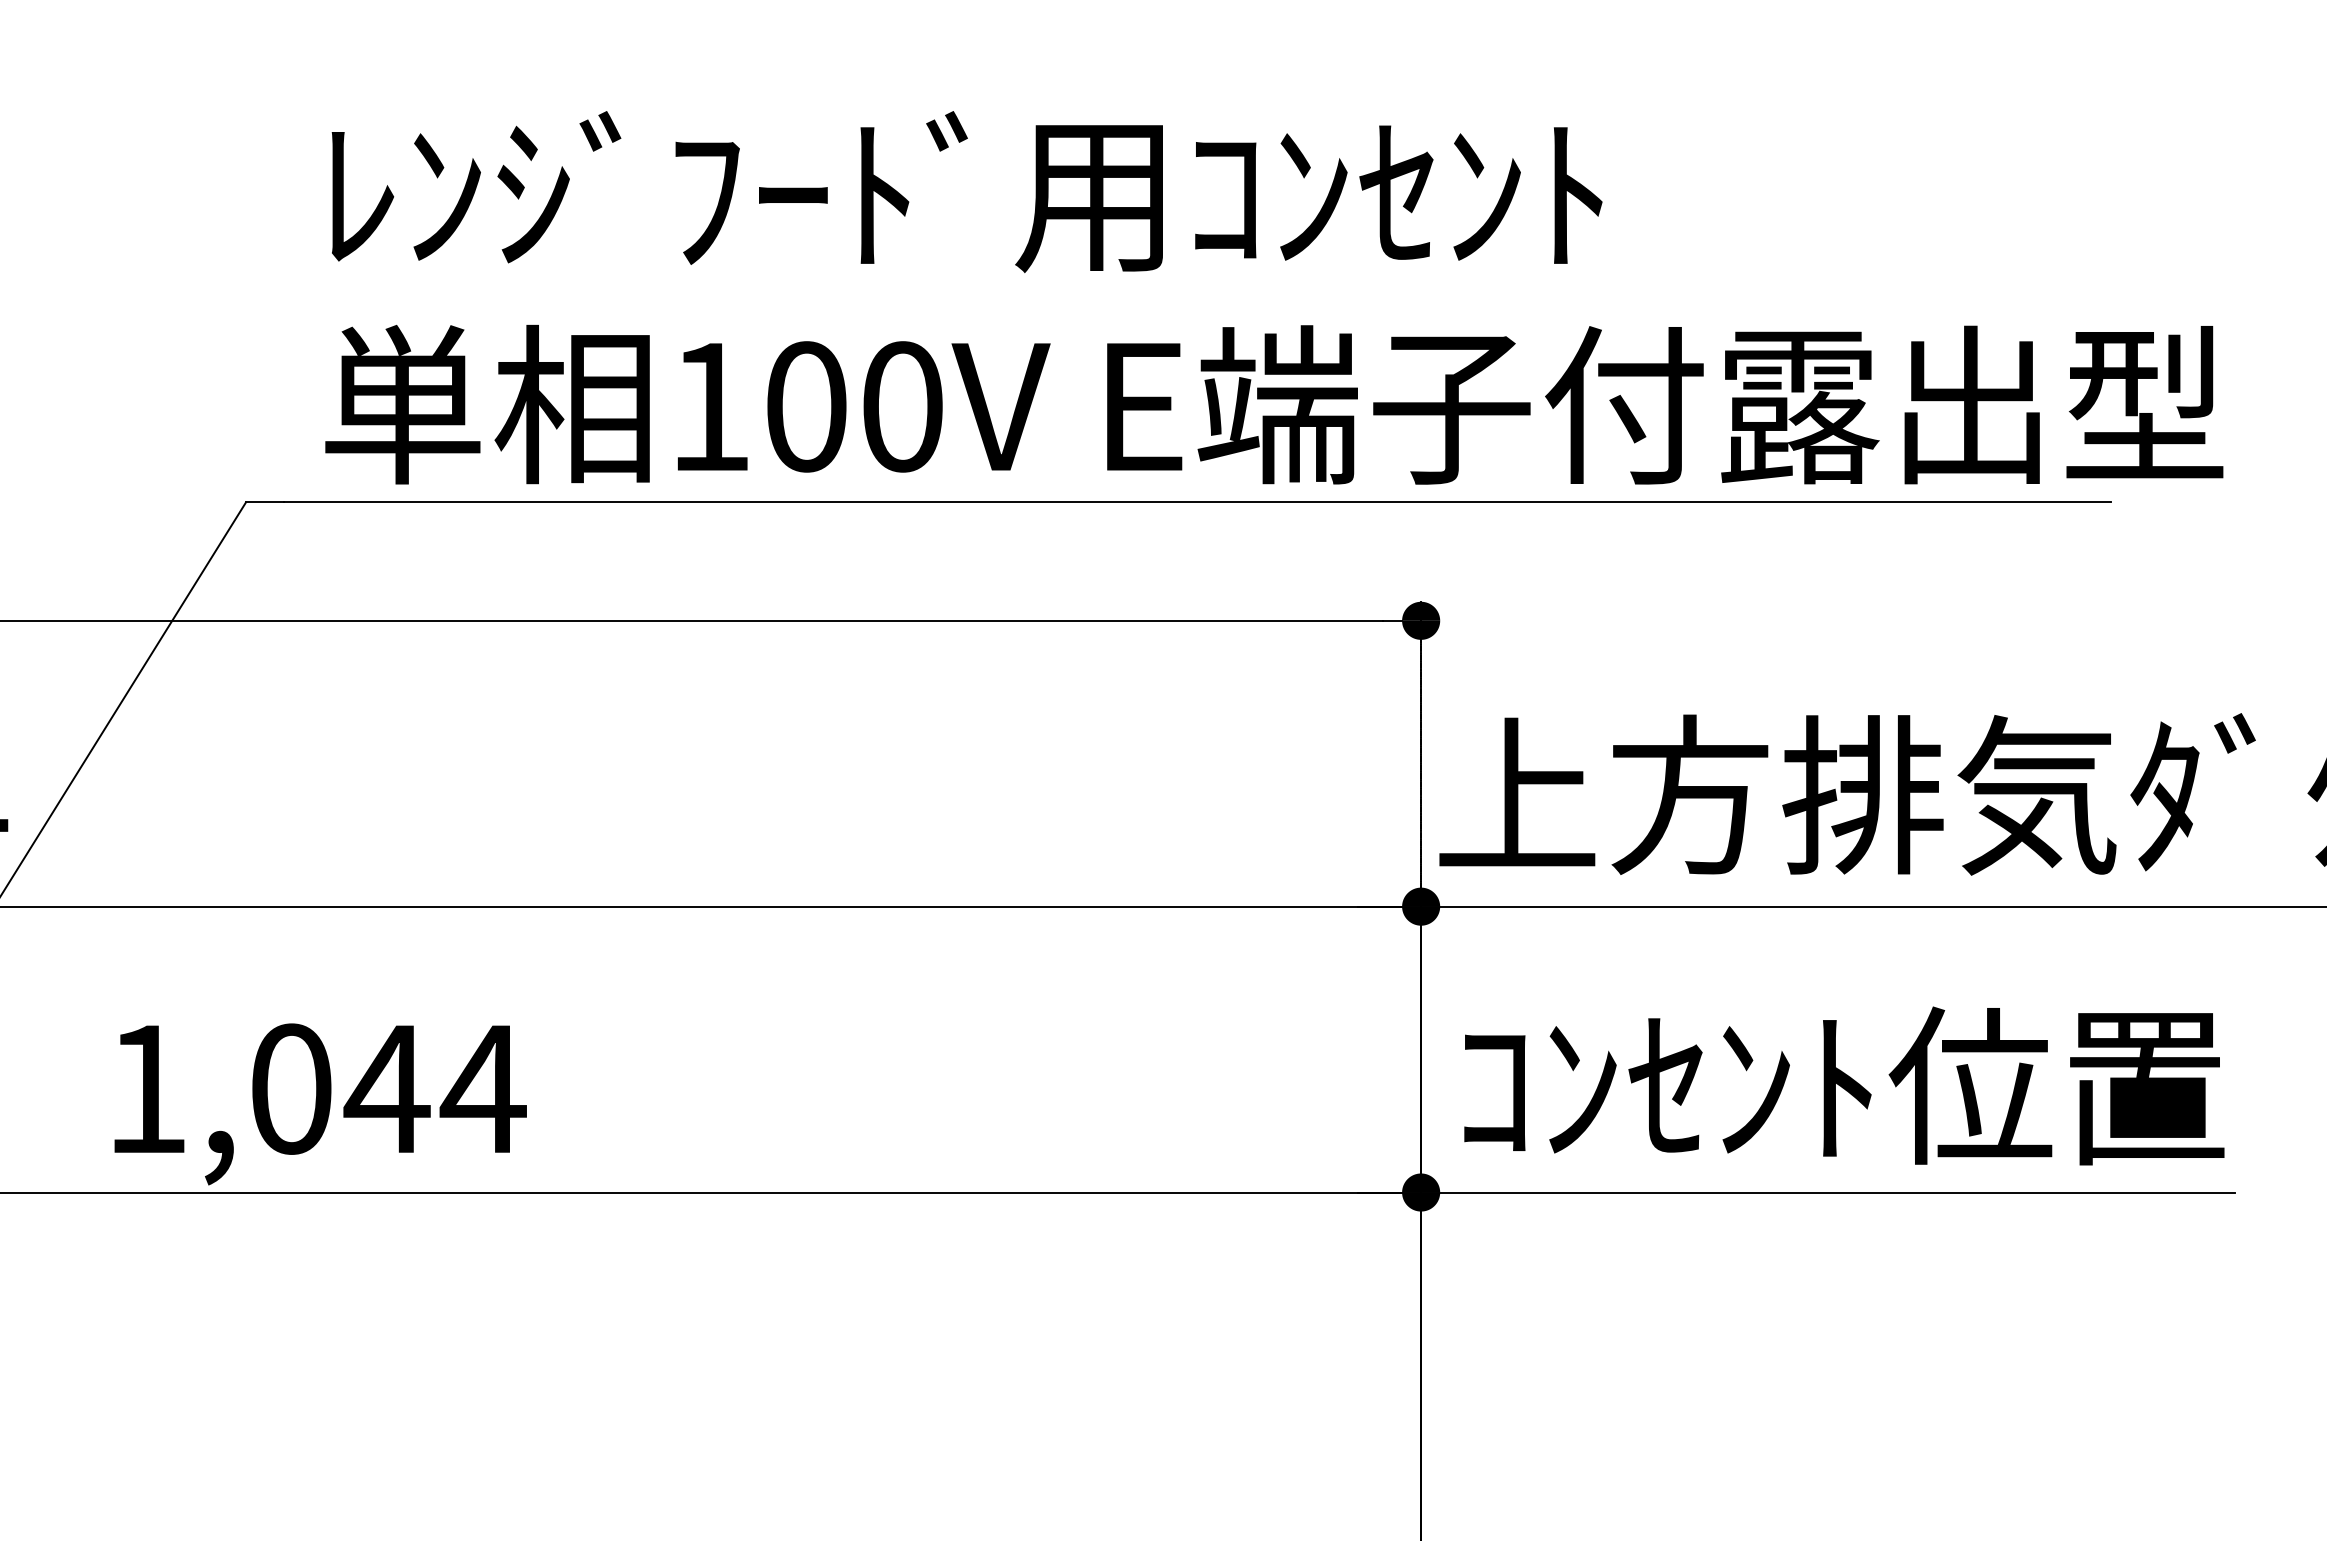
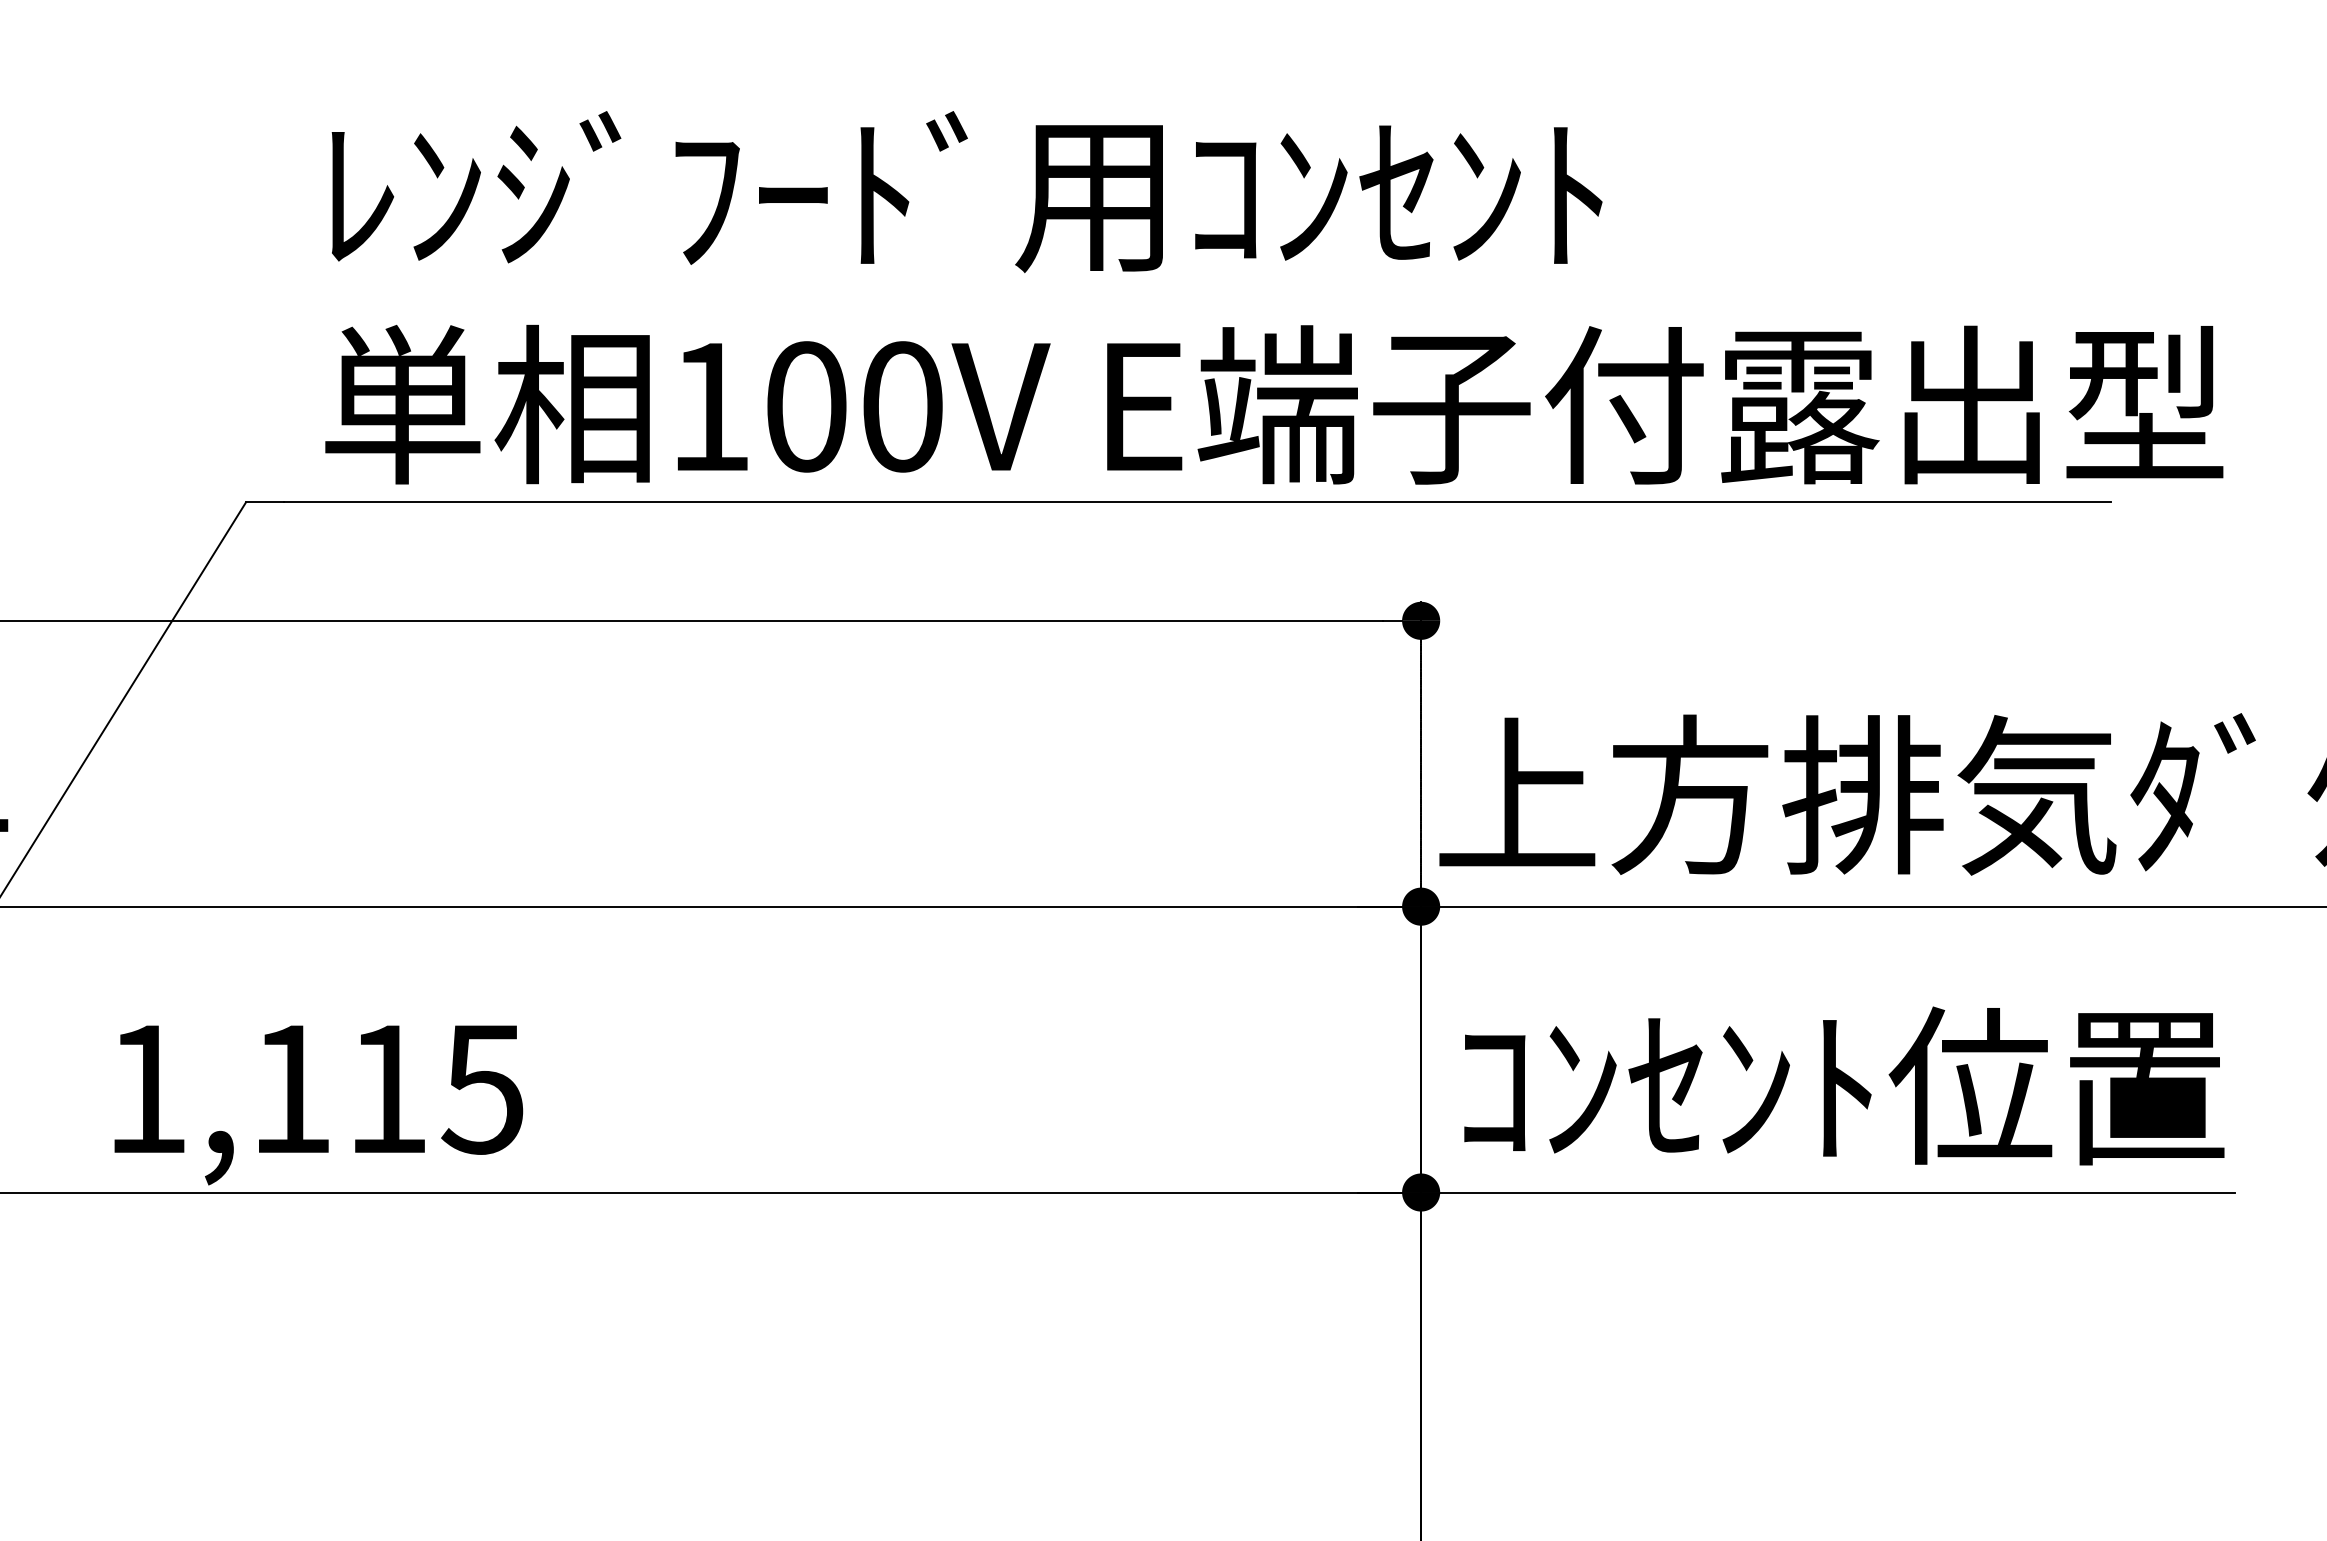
text at (389, 1088): 1,044 -> 1,115
